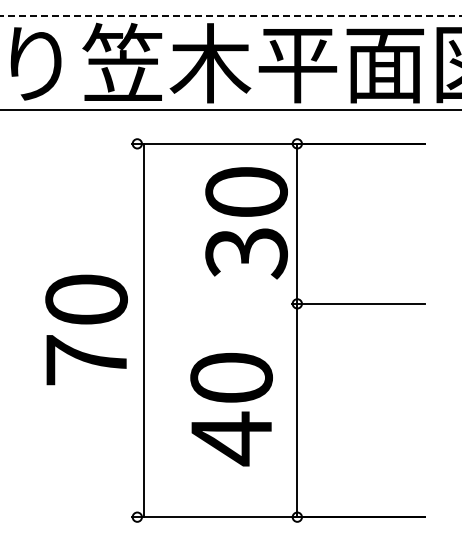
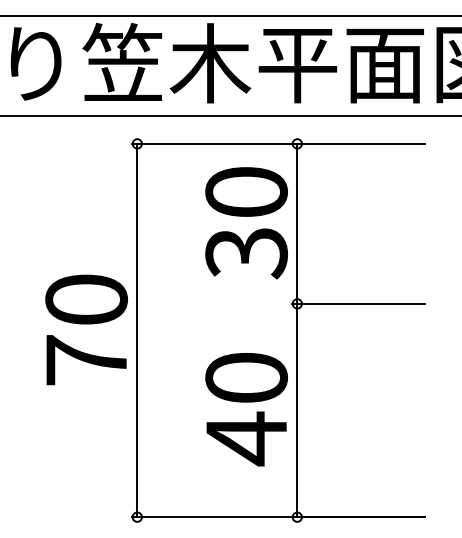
line at (231, 16): dashed -> solid
line at (230, 110) position: (230, 110) -> (230, 116)
line at (144, 330) position: (144, 330) -> (137, 330)
text at (231, 409) position: (231, 409) -> (246, 409)
